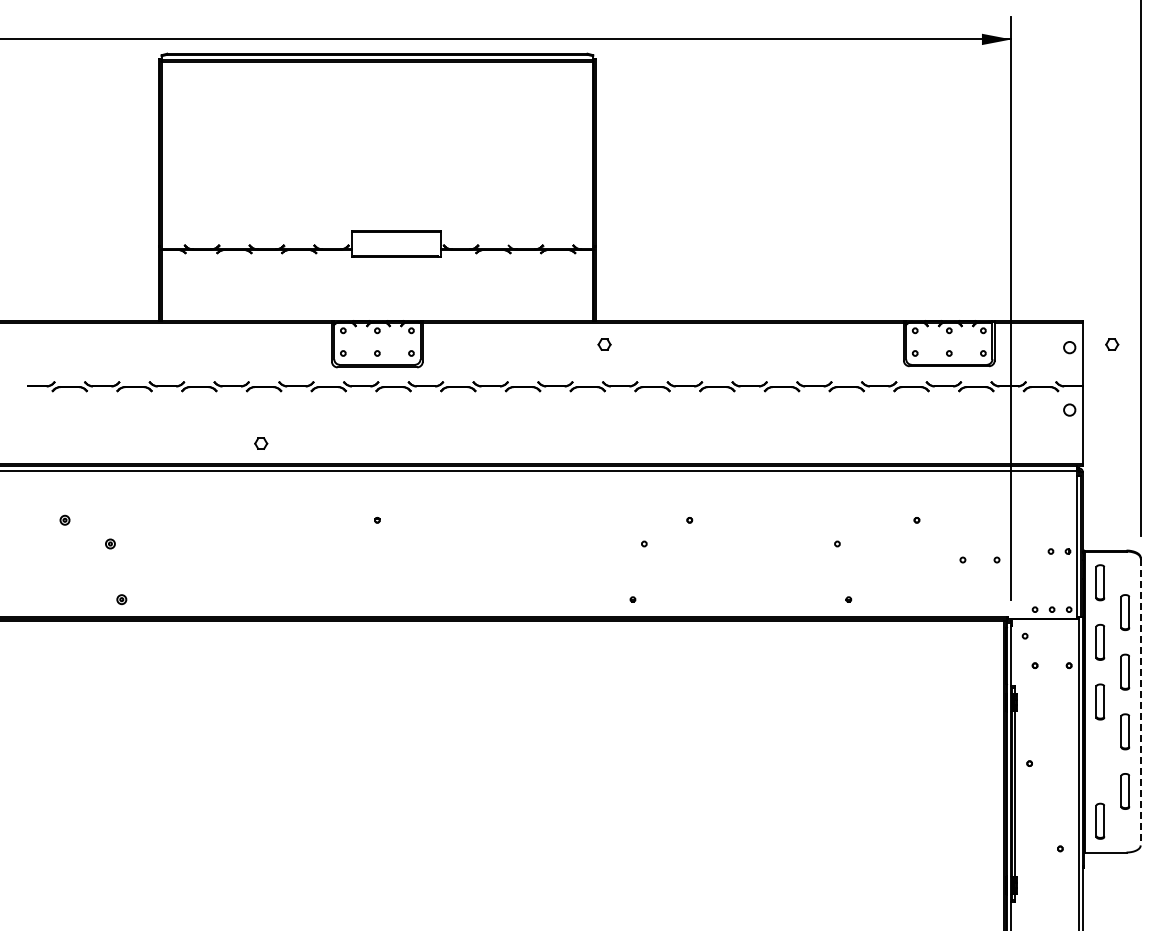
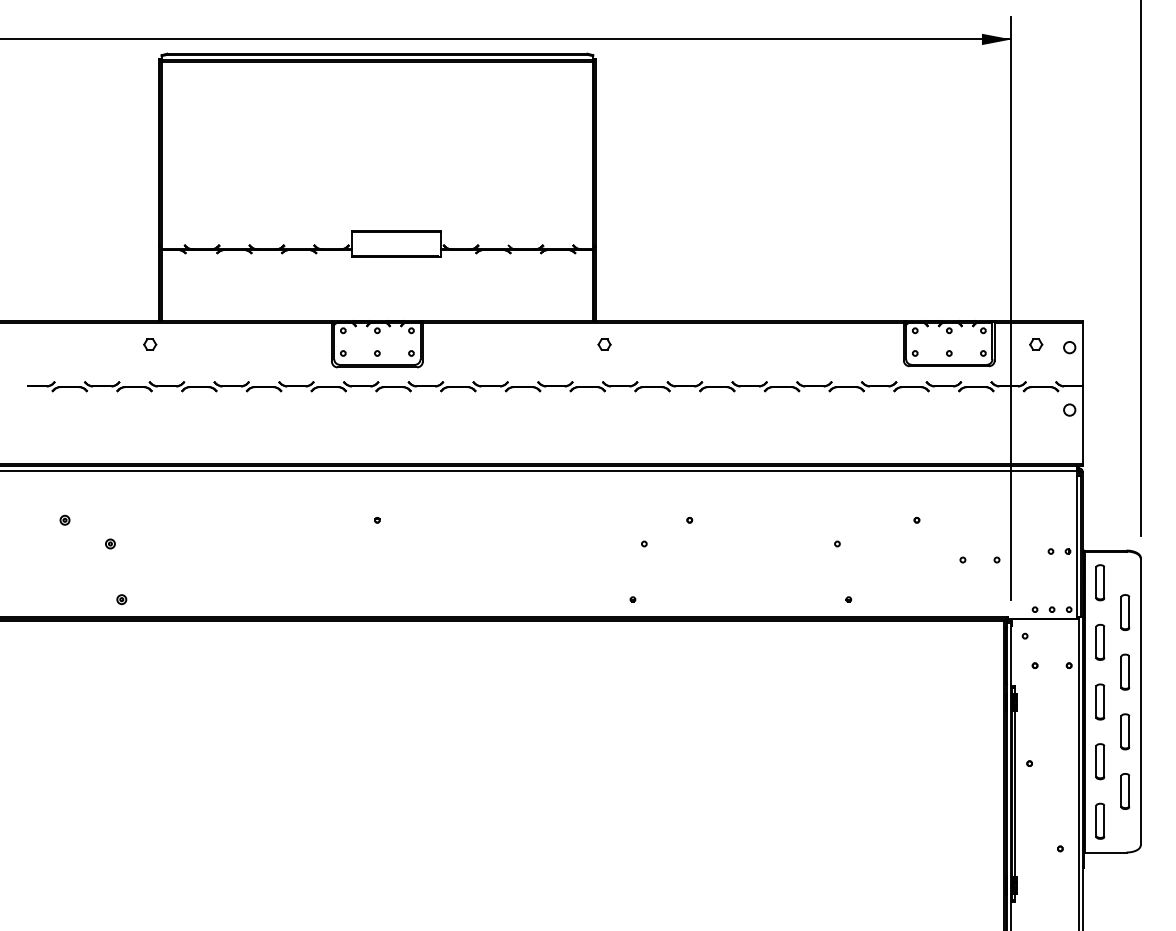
part at (1112, 344) position: (1112, 344) -> (1036, 344)
part at (261, 443) position: (261, 443) -> (150, 344)
line at (1140, 702): dashed -> solid
part at (1100, 761): none -> present
